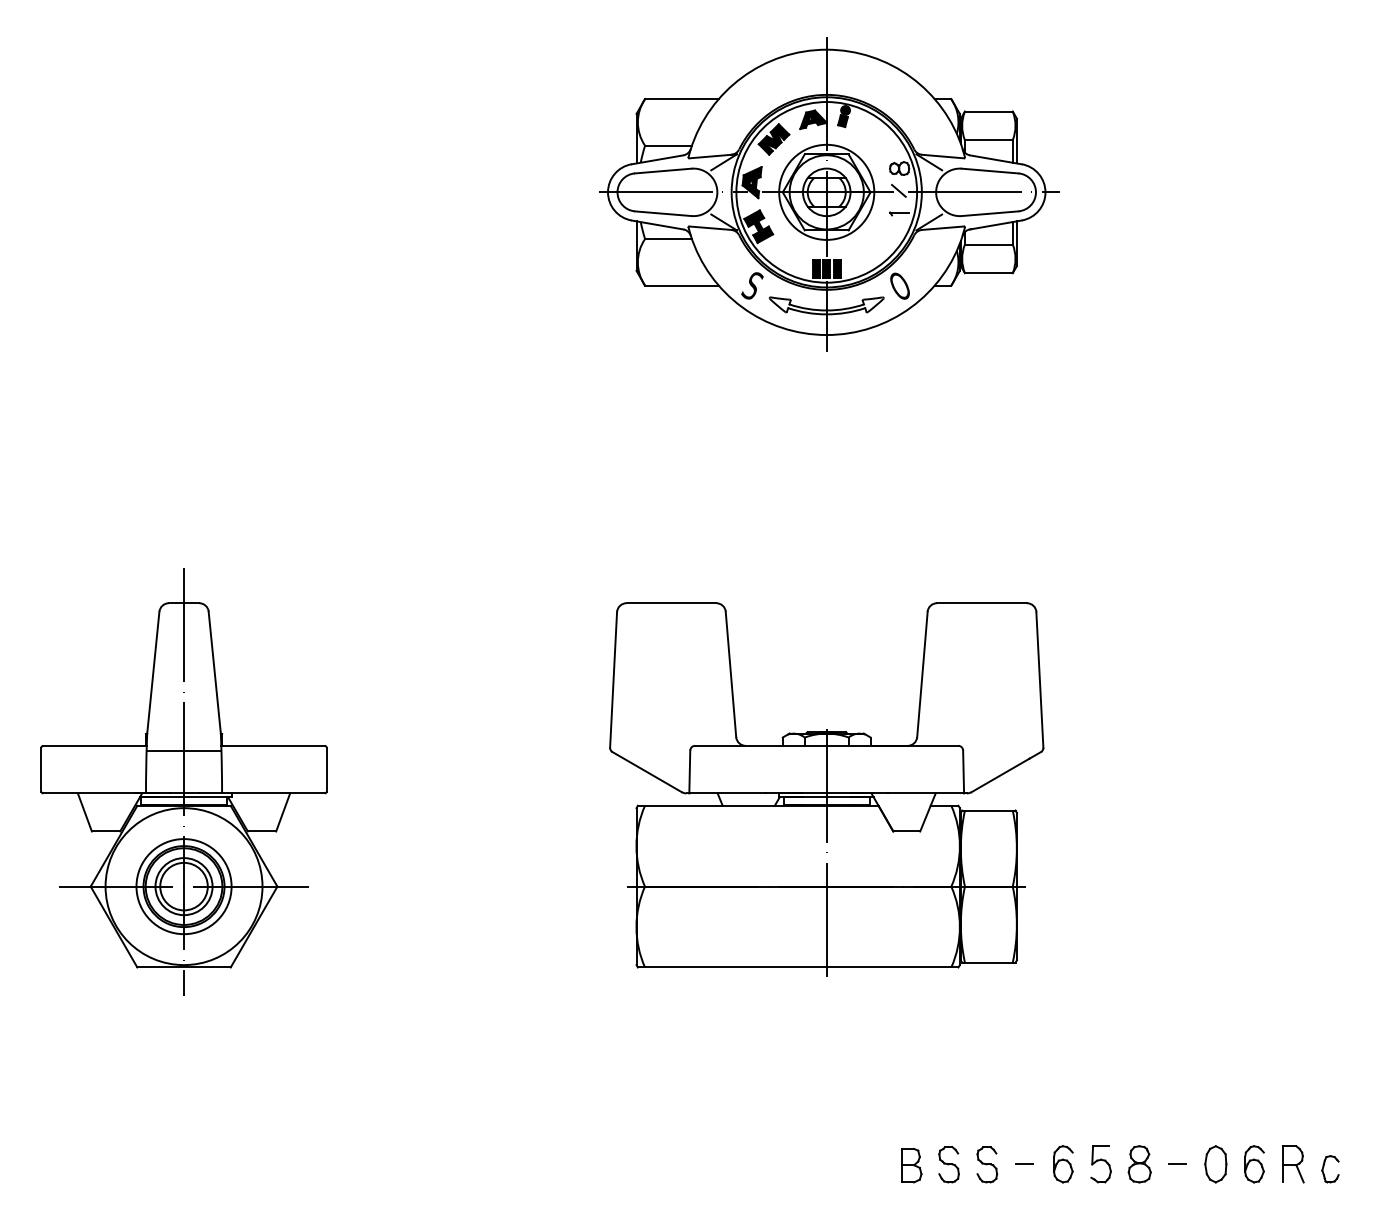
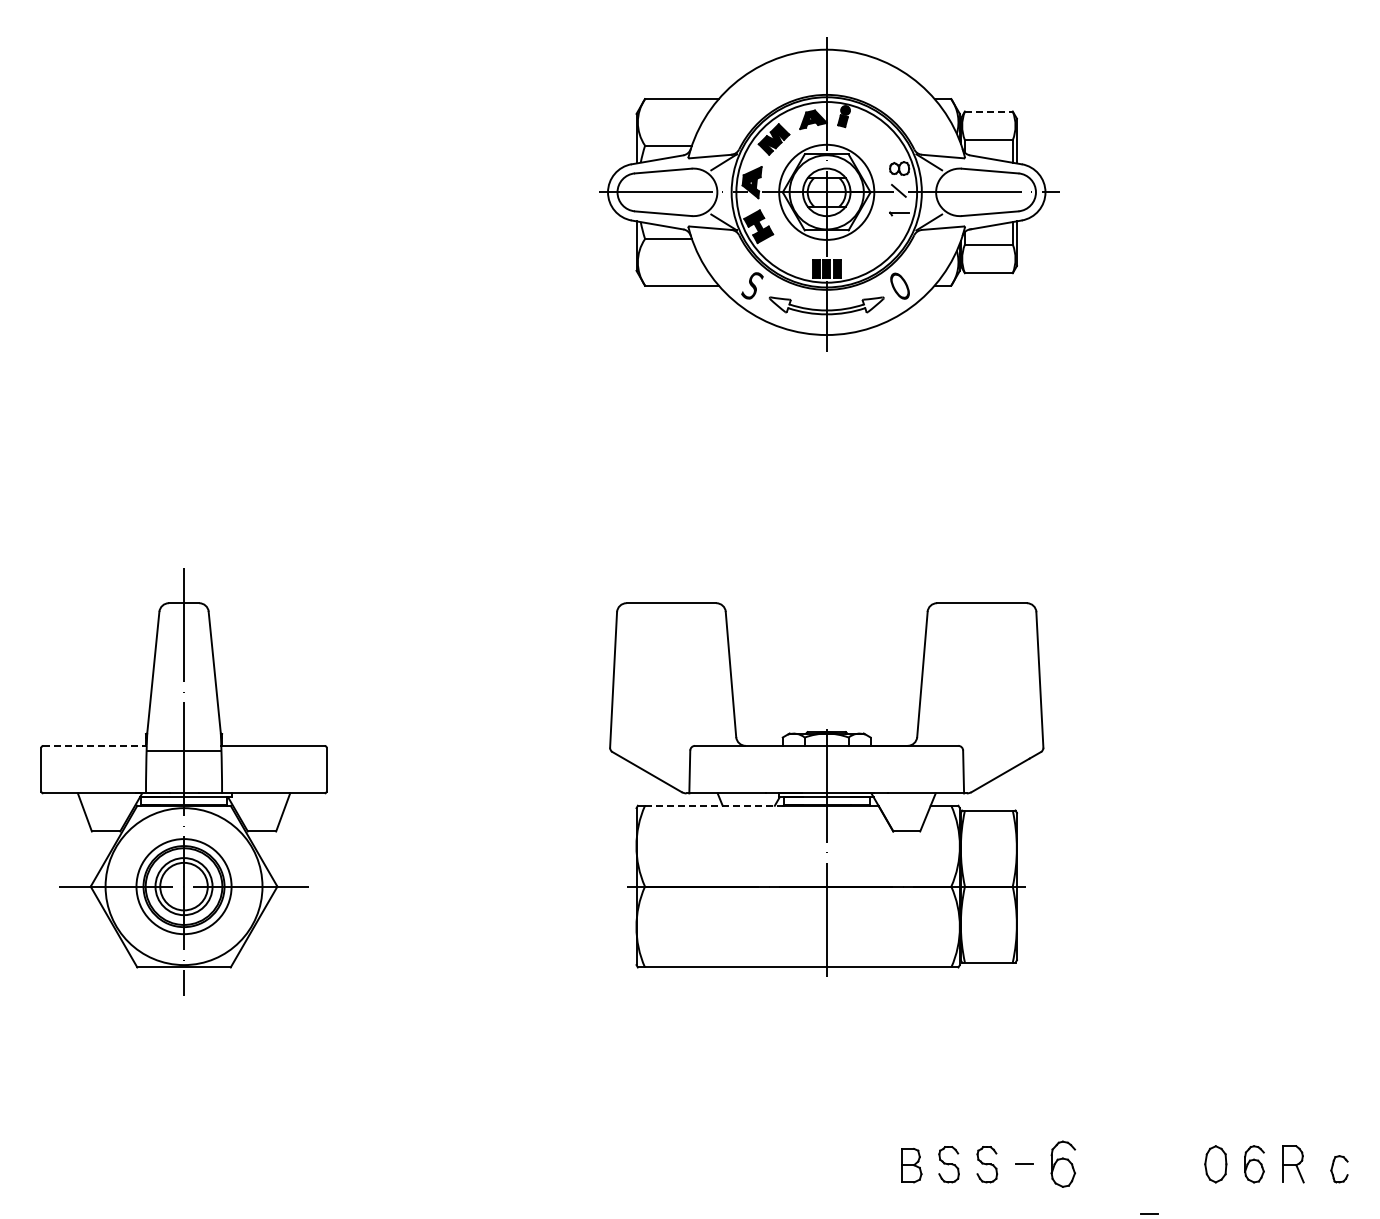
line at (988, 111): solid -> dashed
line at (95, 745): solid -> dashed
line at (714, 805): solid -> dashed
line at (1177, 1163) position: (1177, 1163) -> (1149, 1213)
part at (1063, 1164) size: 21x39 px -> 27x48 px
part at (1100, 1164): present -> none
part at (1139, 1164): present -> none
part at (1324, 1167) position: (1324, 1167) -> (1333, 1167)
